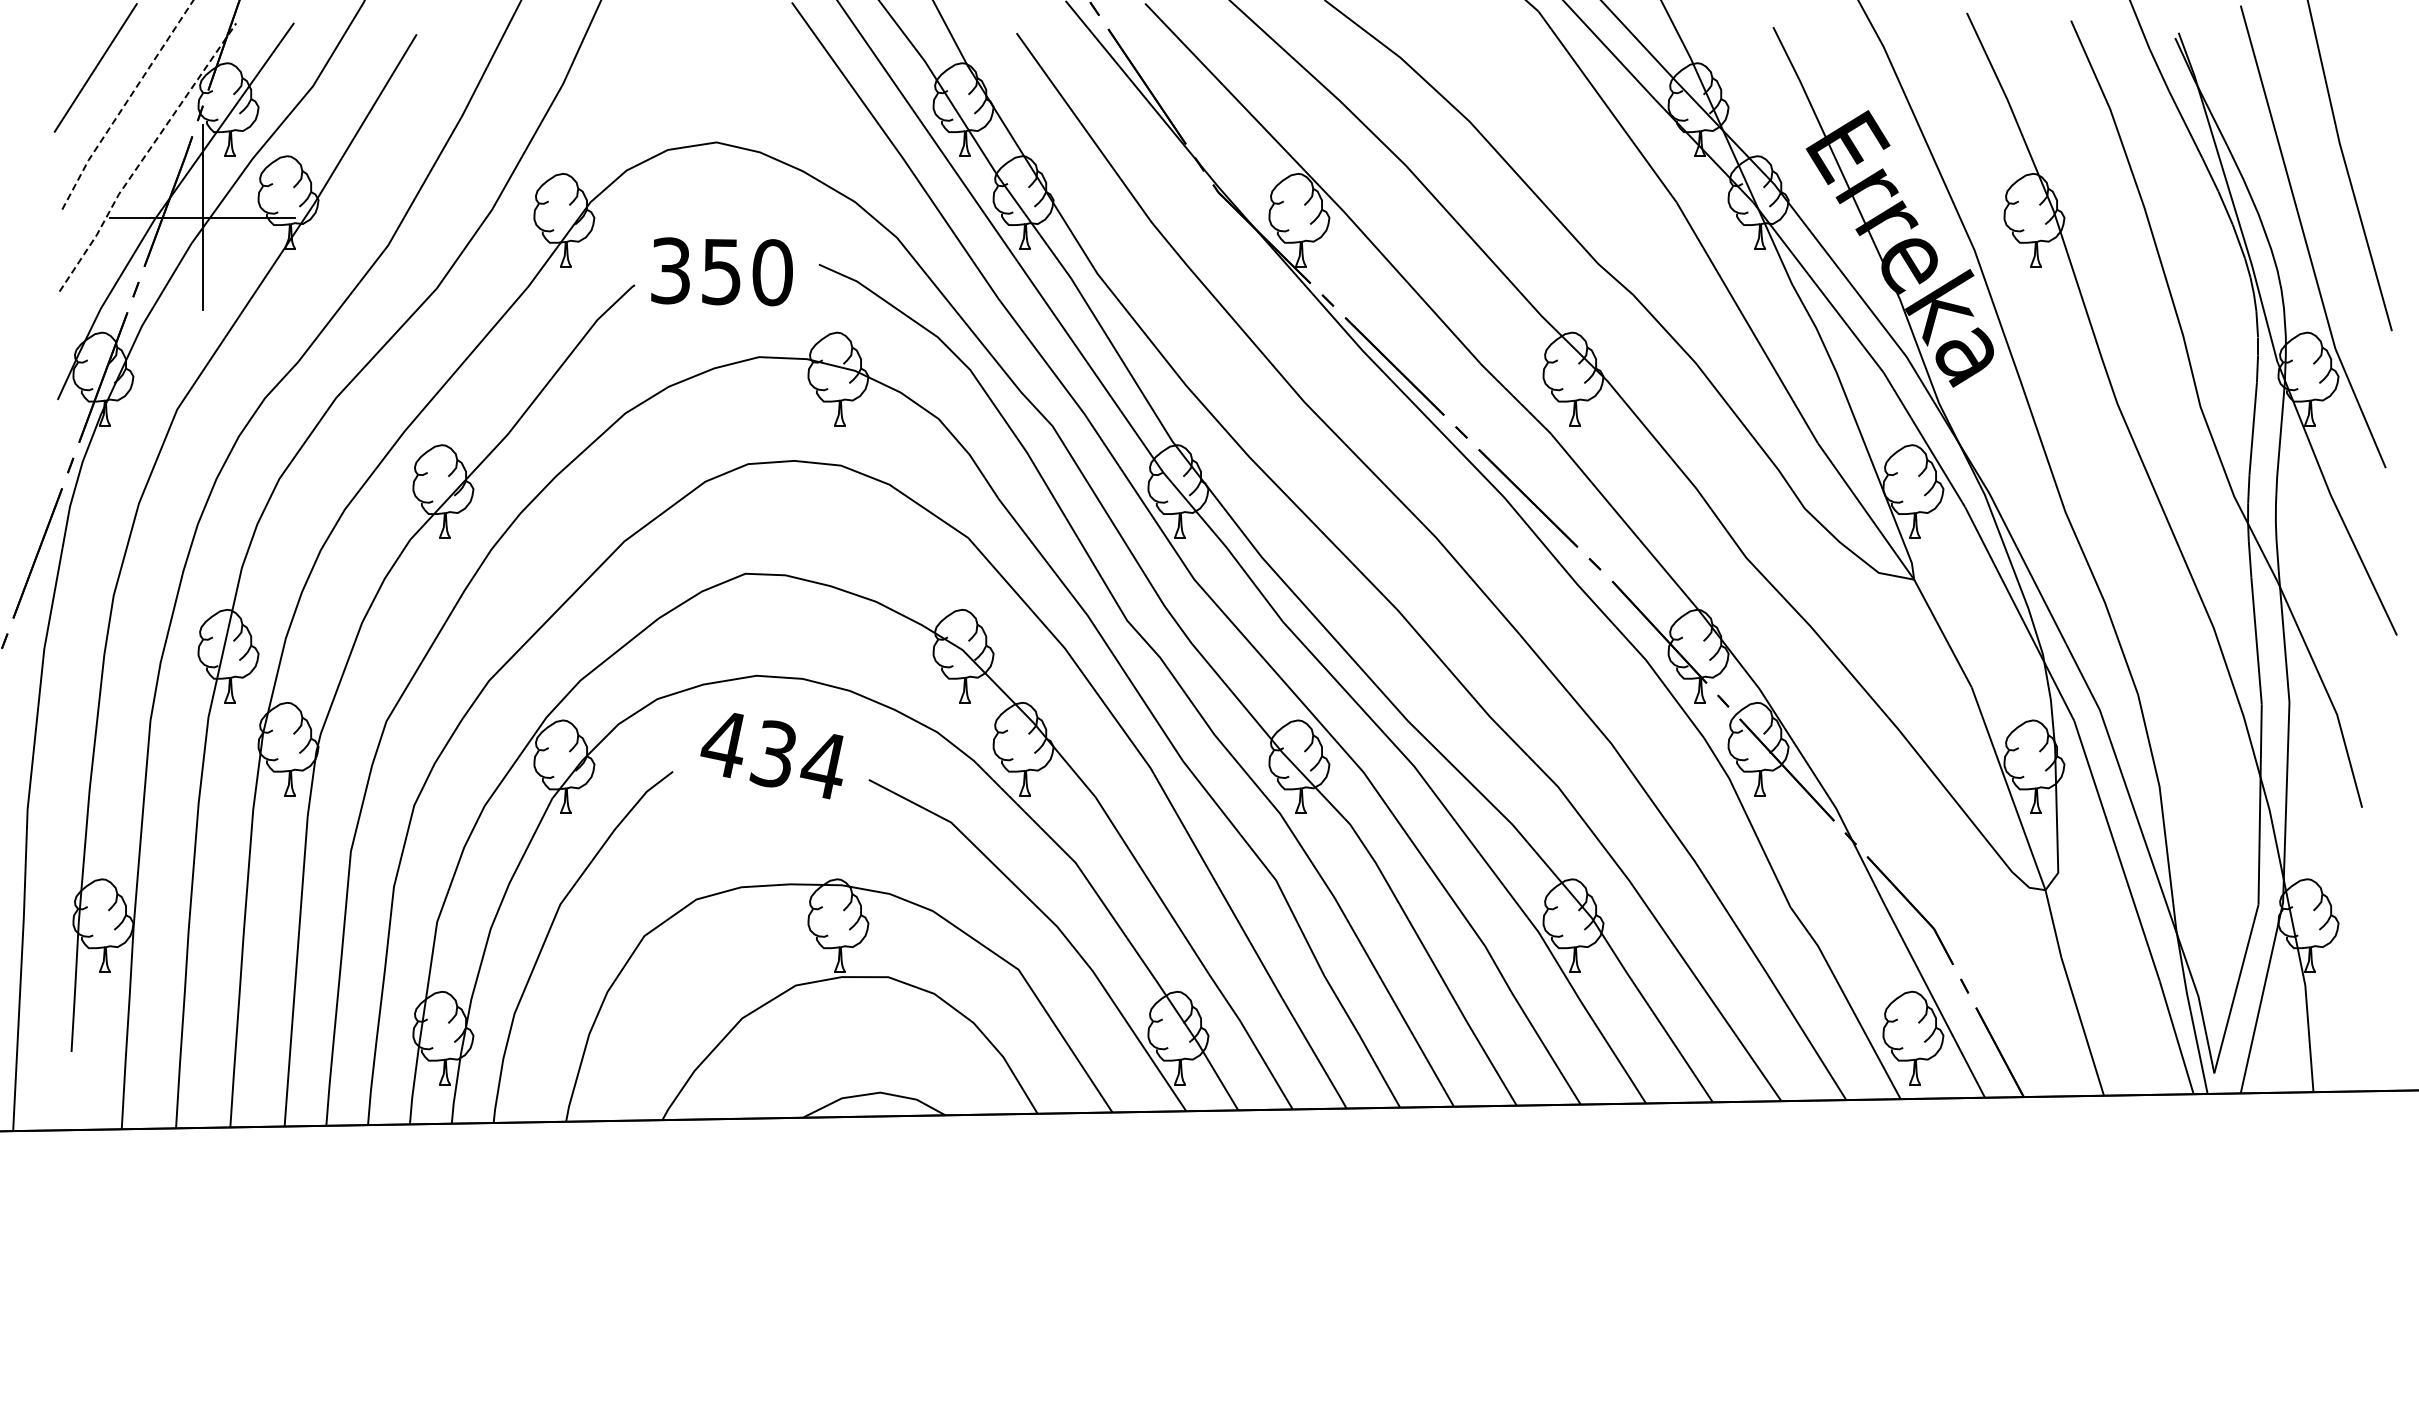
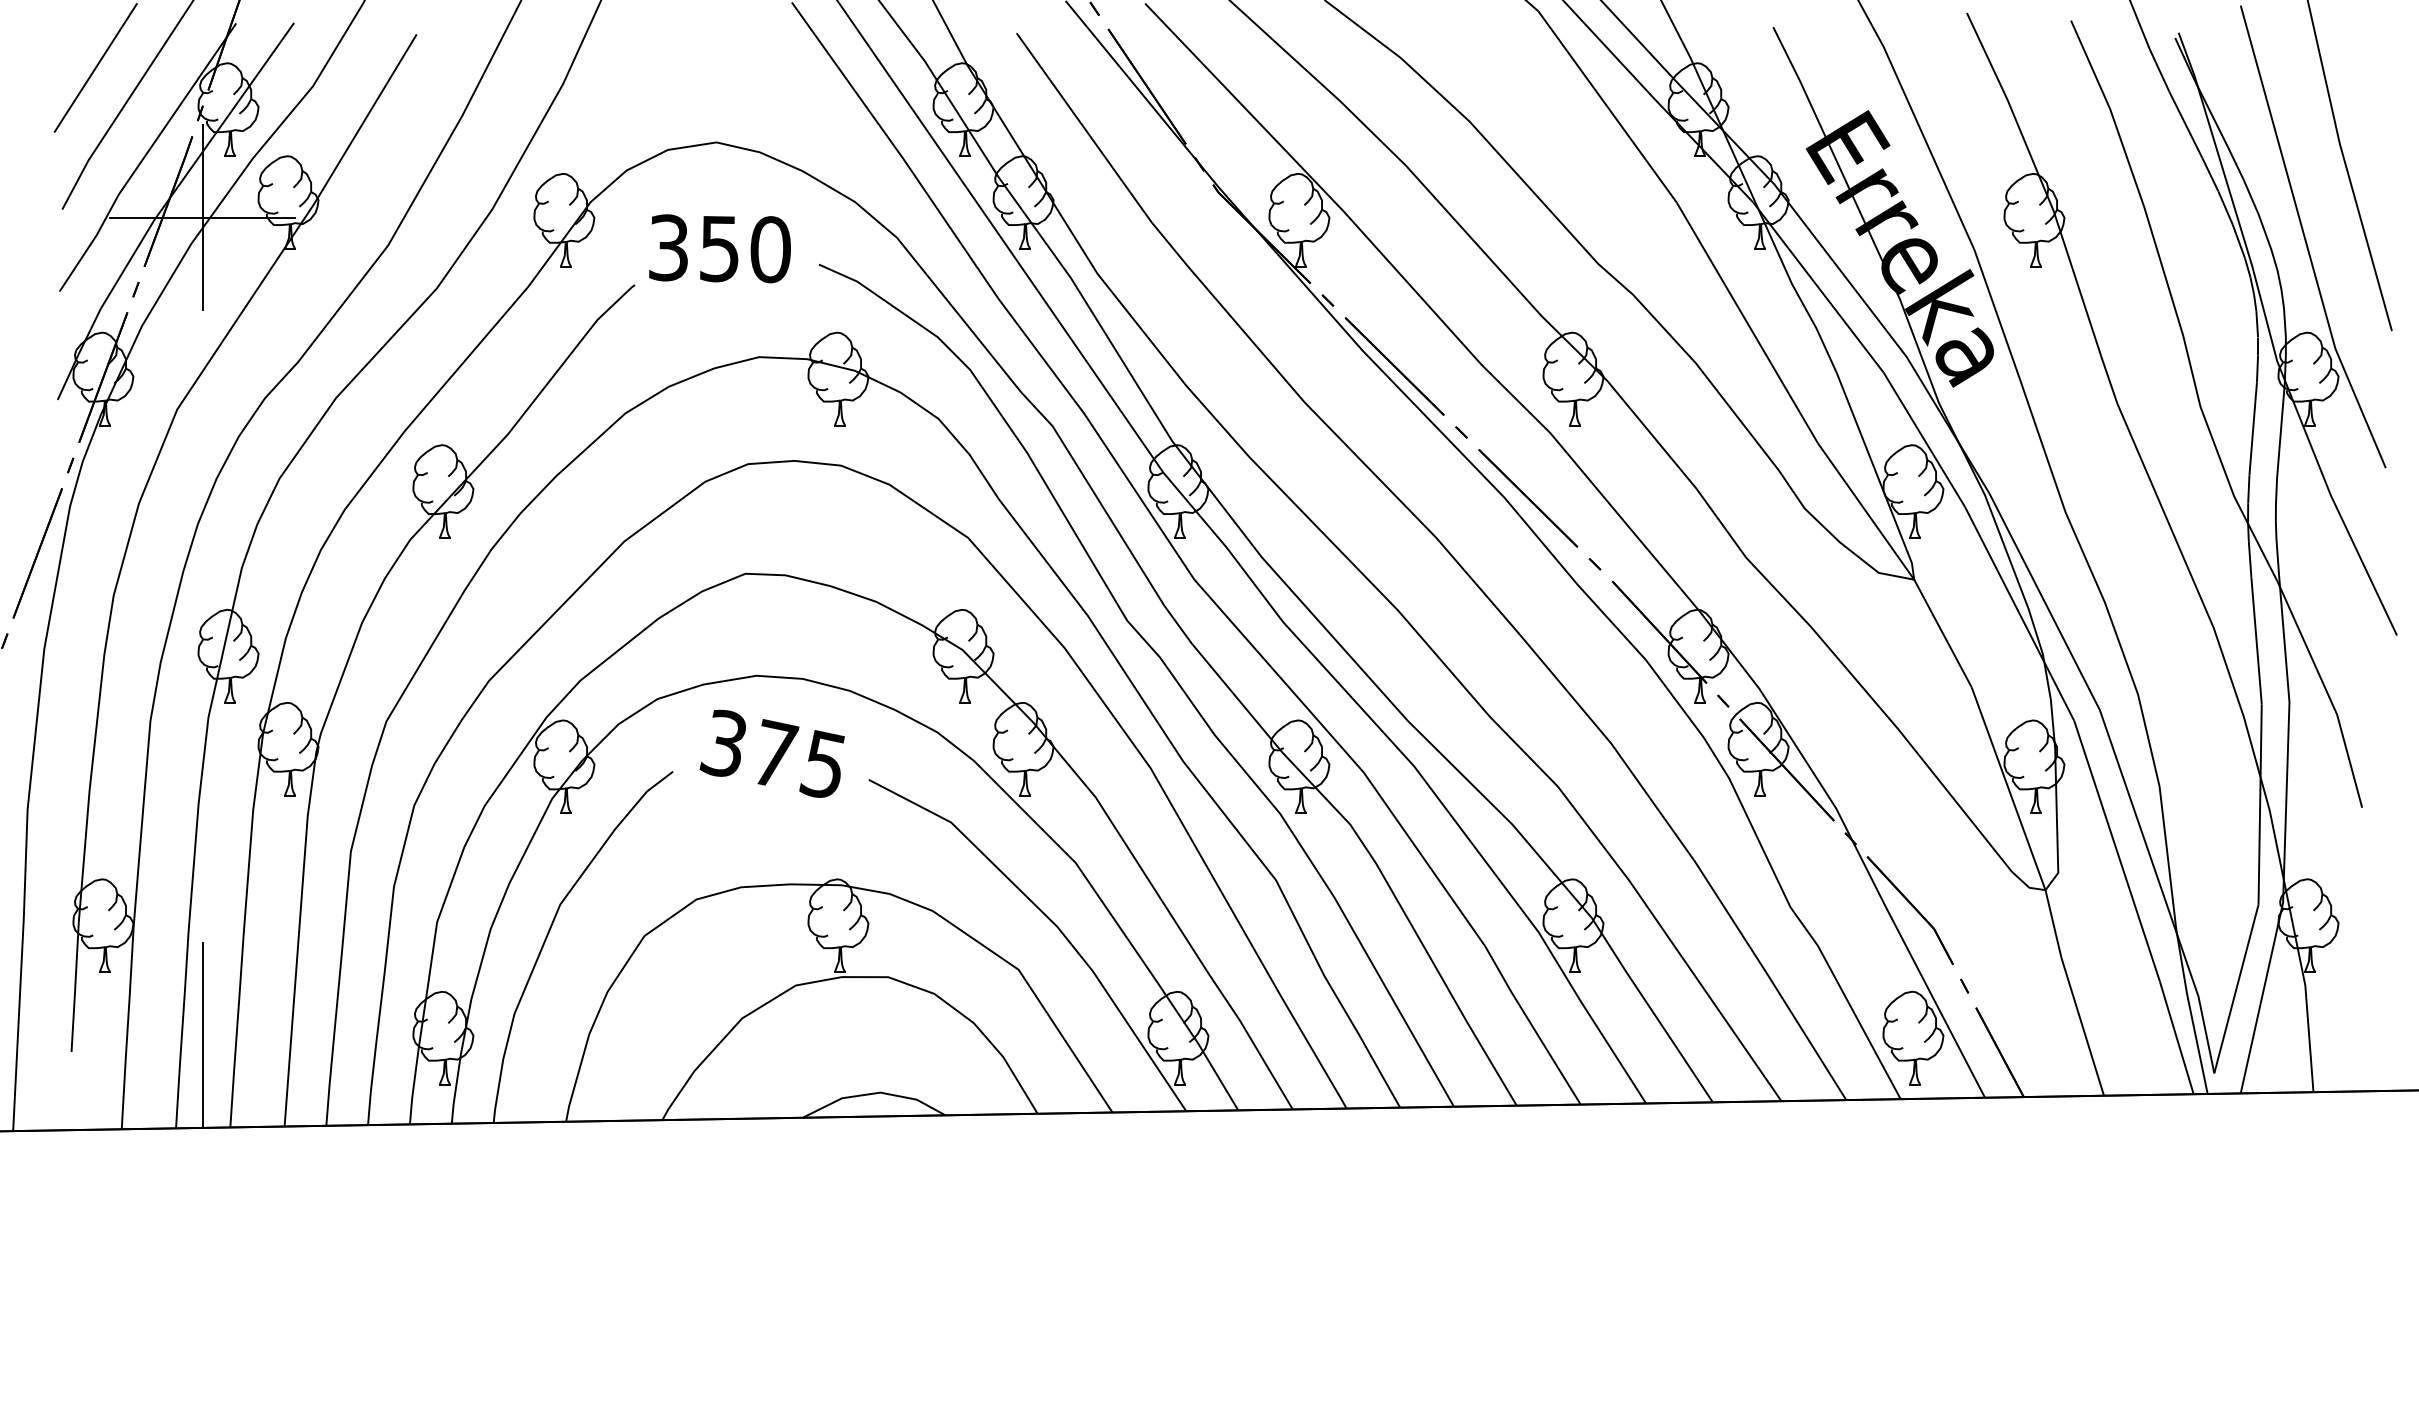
line at (125, 103): dashed -> solid
line at (144, 156): dashed -> solid
text at (721, 271) position: (721, 271) -> (719, 248)
text at (771, 754): 434 -> 375
line at (202, 1034): none -> present
